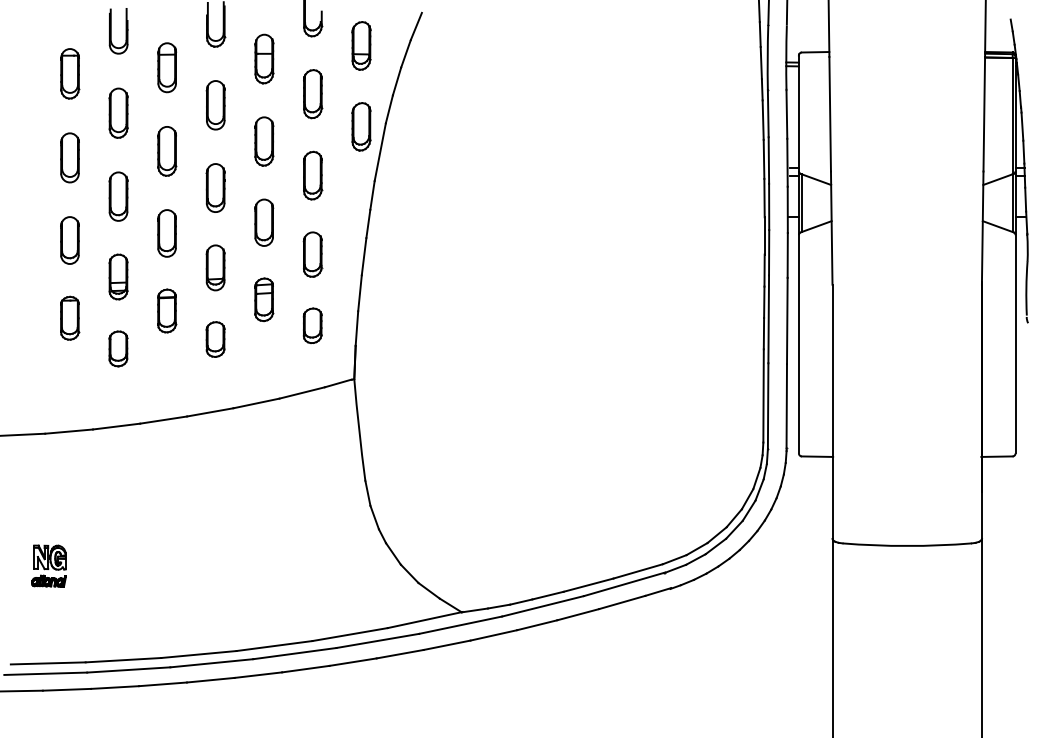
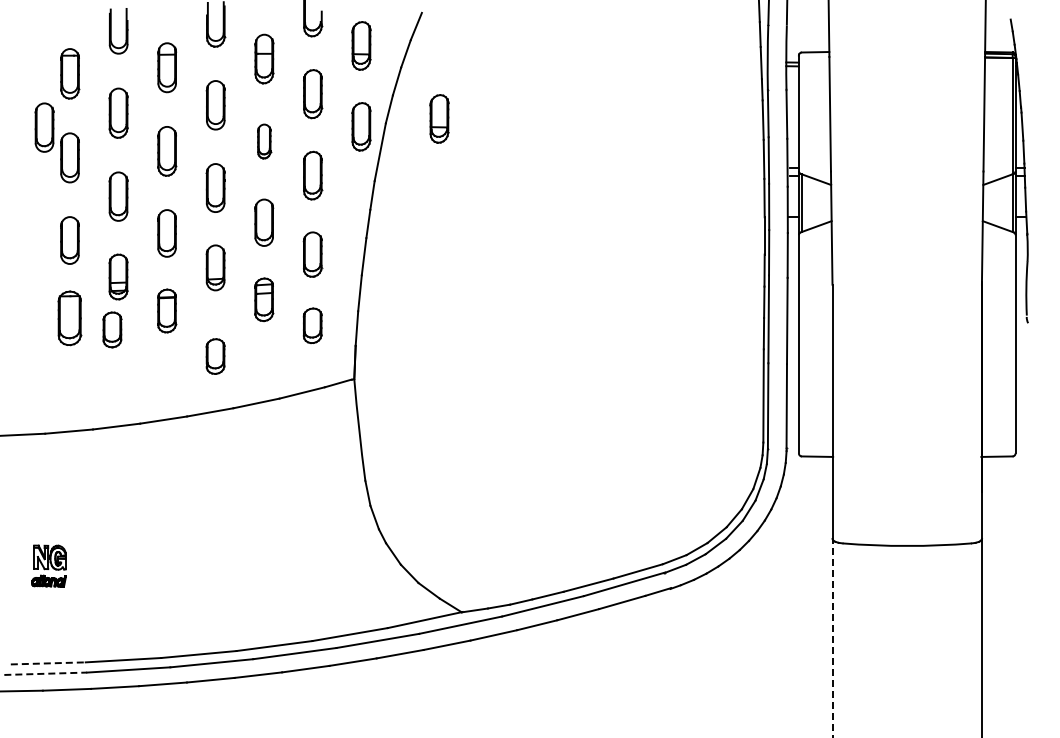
part at (439, 118): none -> present
part at (44, 127): none -> present
part at (264, 141) size: 21x51 px -> 16x37 px
part at (70, 317) size: 21x46 px -> 26x57 px
part at (215, 339) position: (215, 339) -> (215, 356)
part at (118, 348) position: (118, 348) -> (112, 329)
line at (832, 637): solid -> dashed
line at (48, 663): solid -> dashed
line at (46, 673): solid -> dashed
